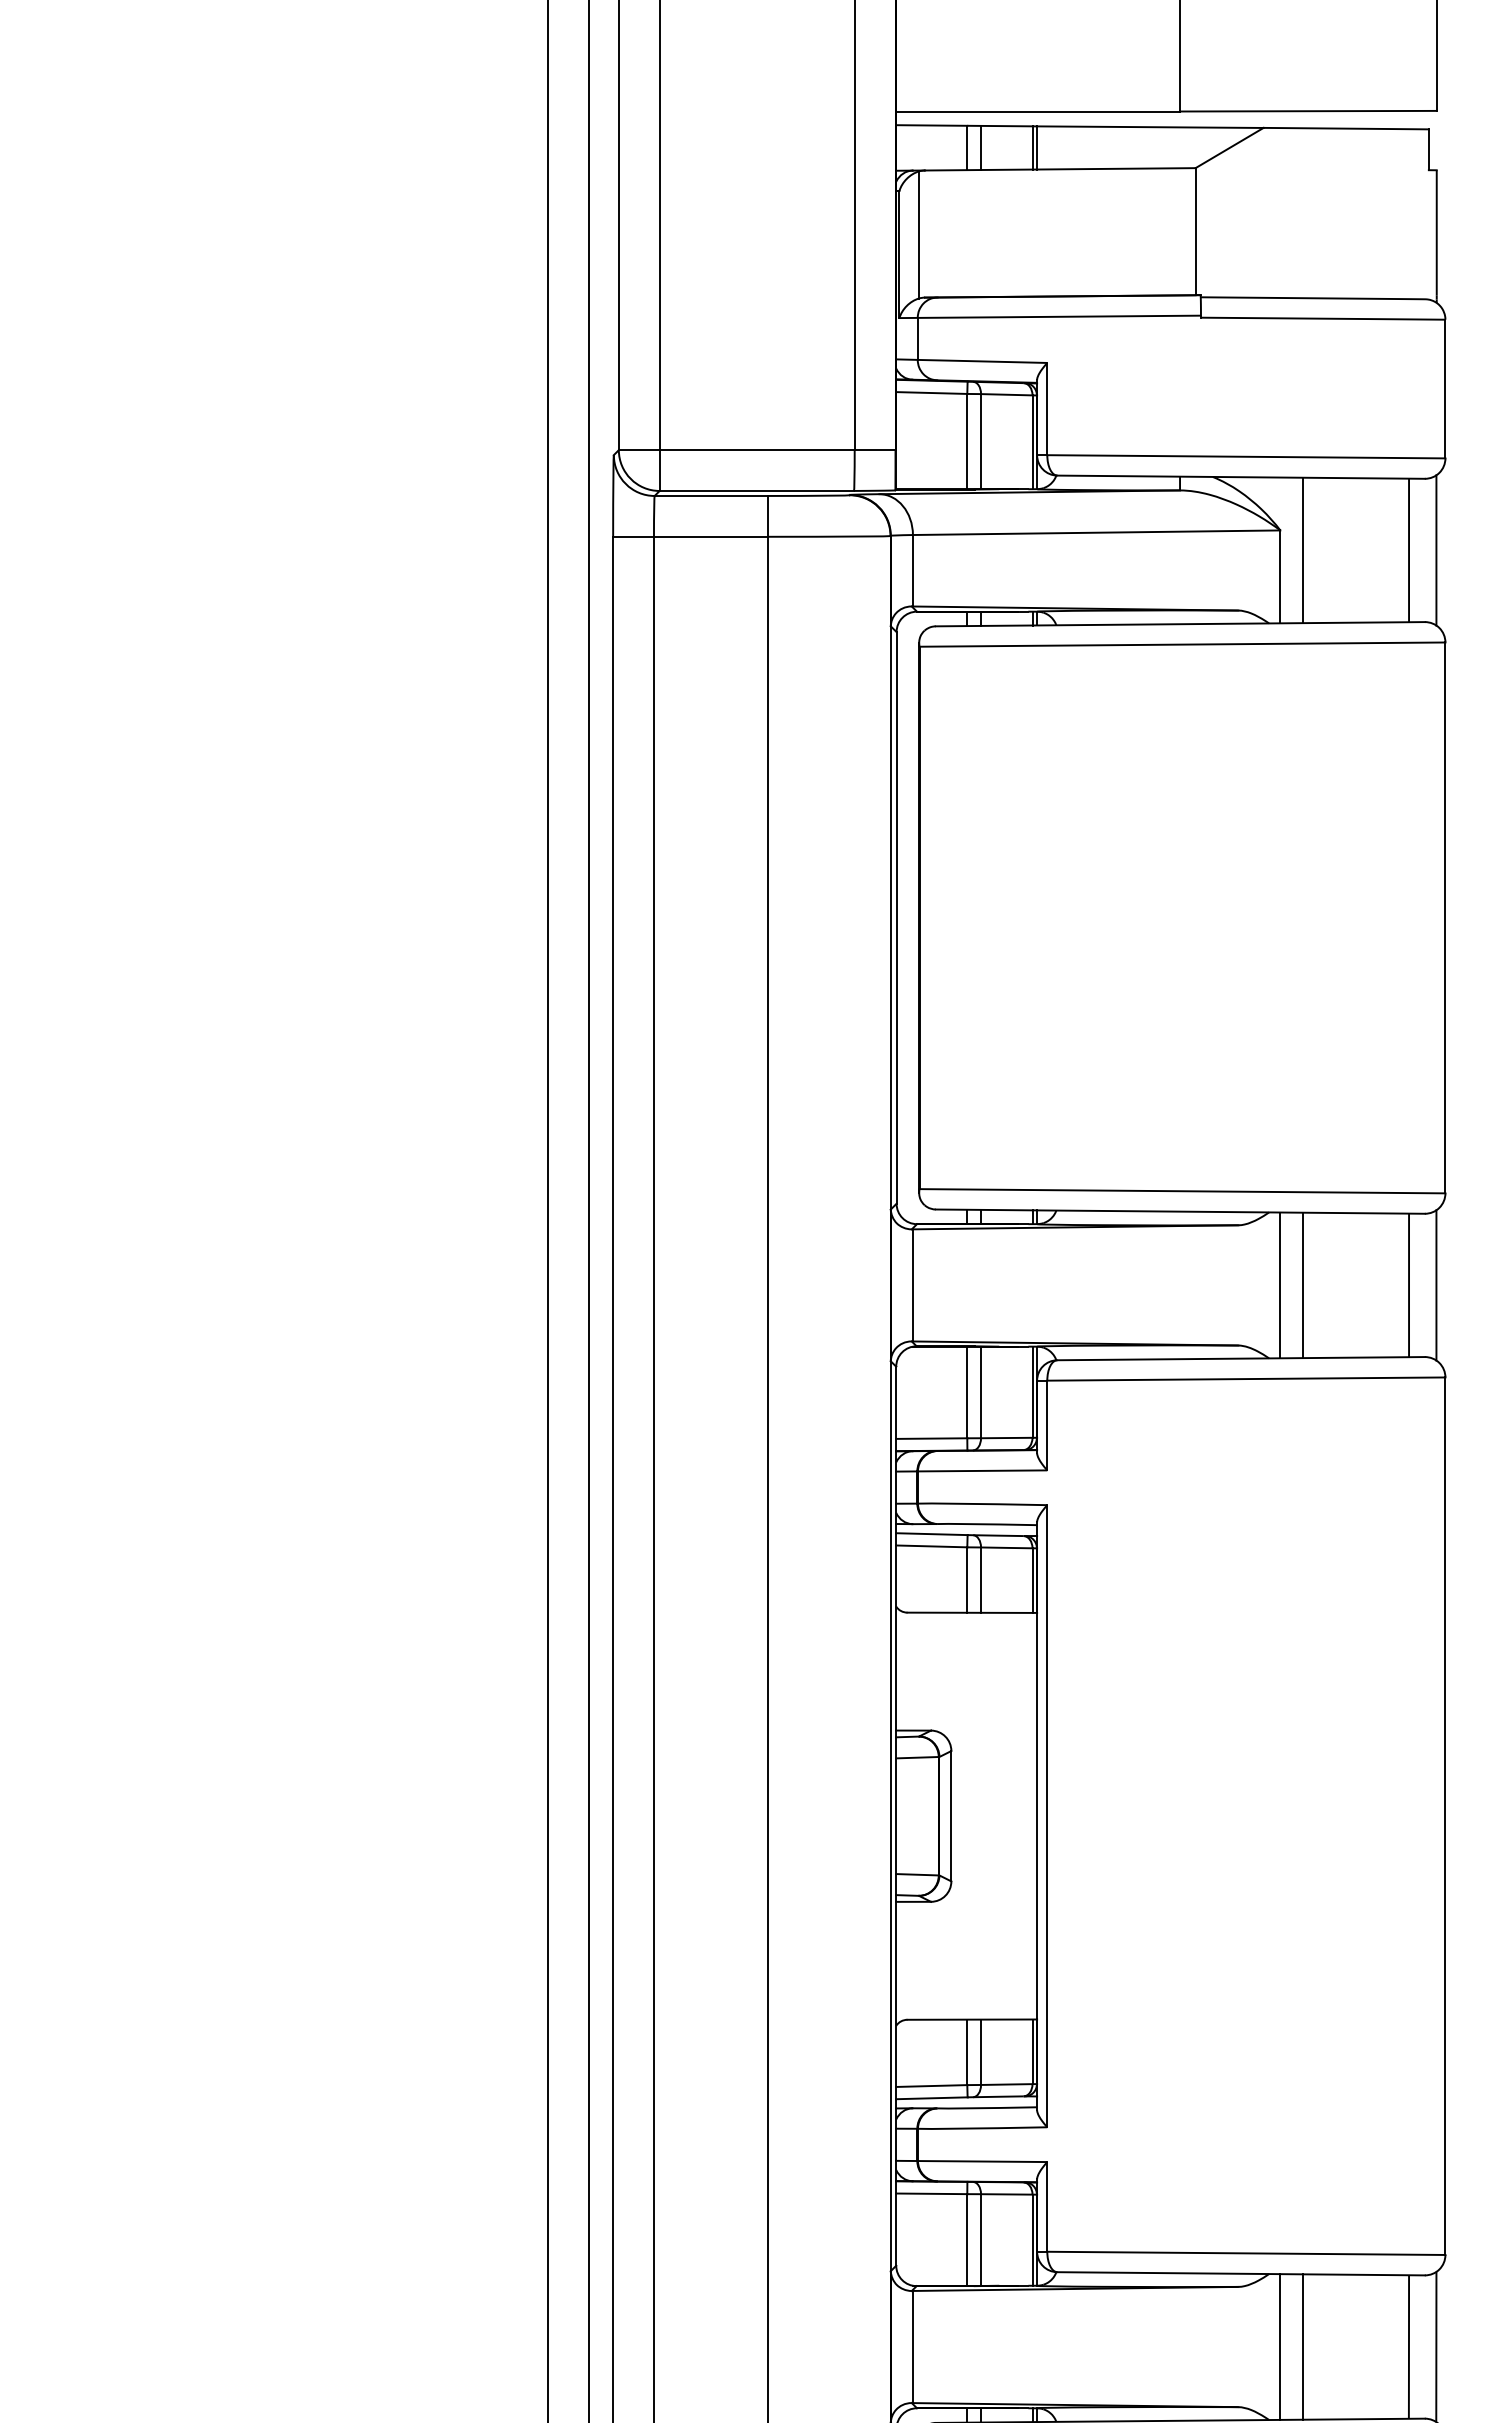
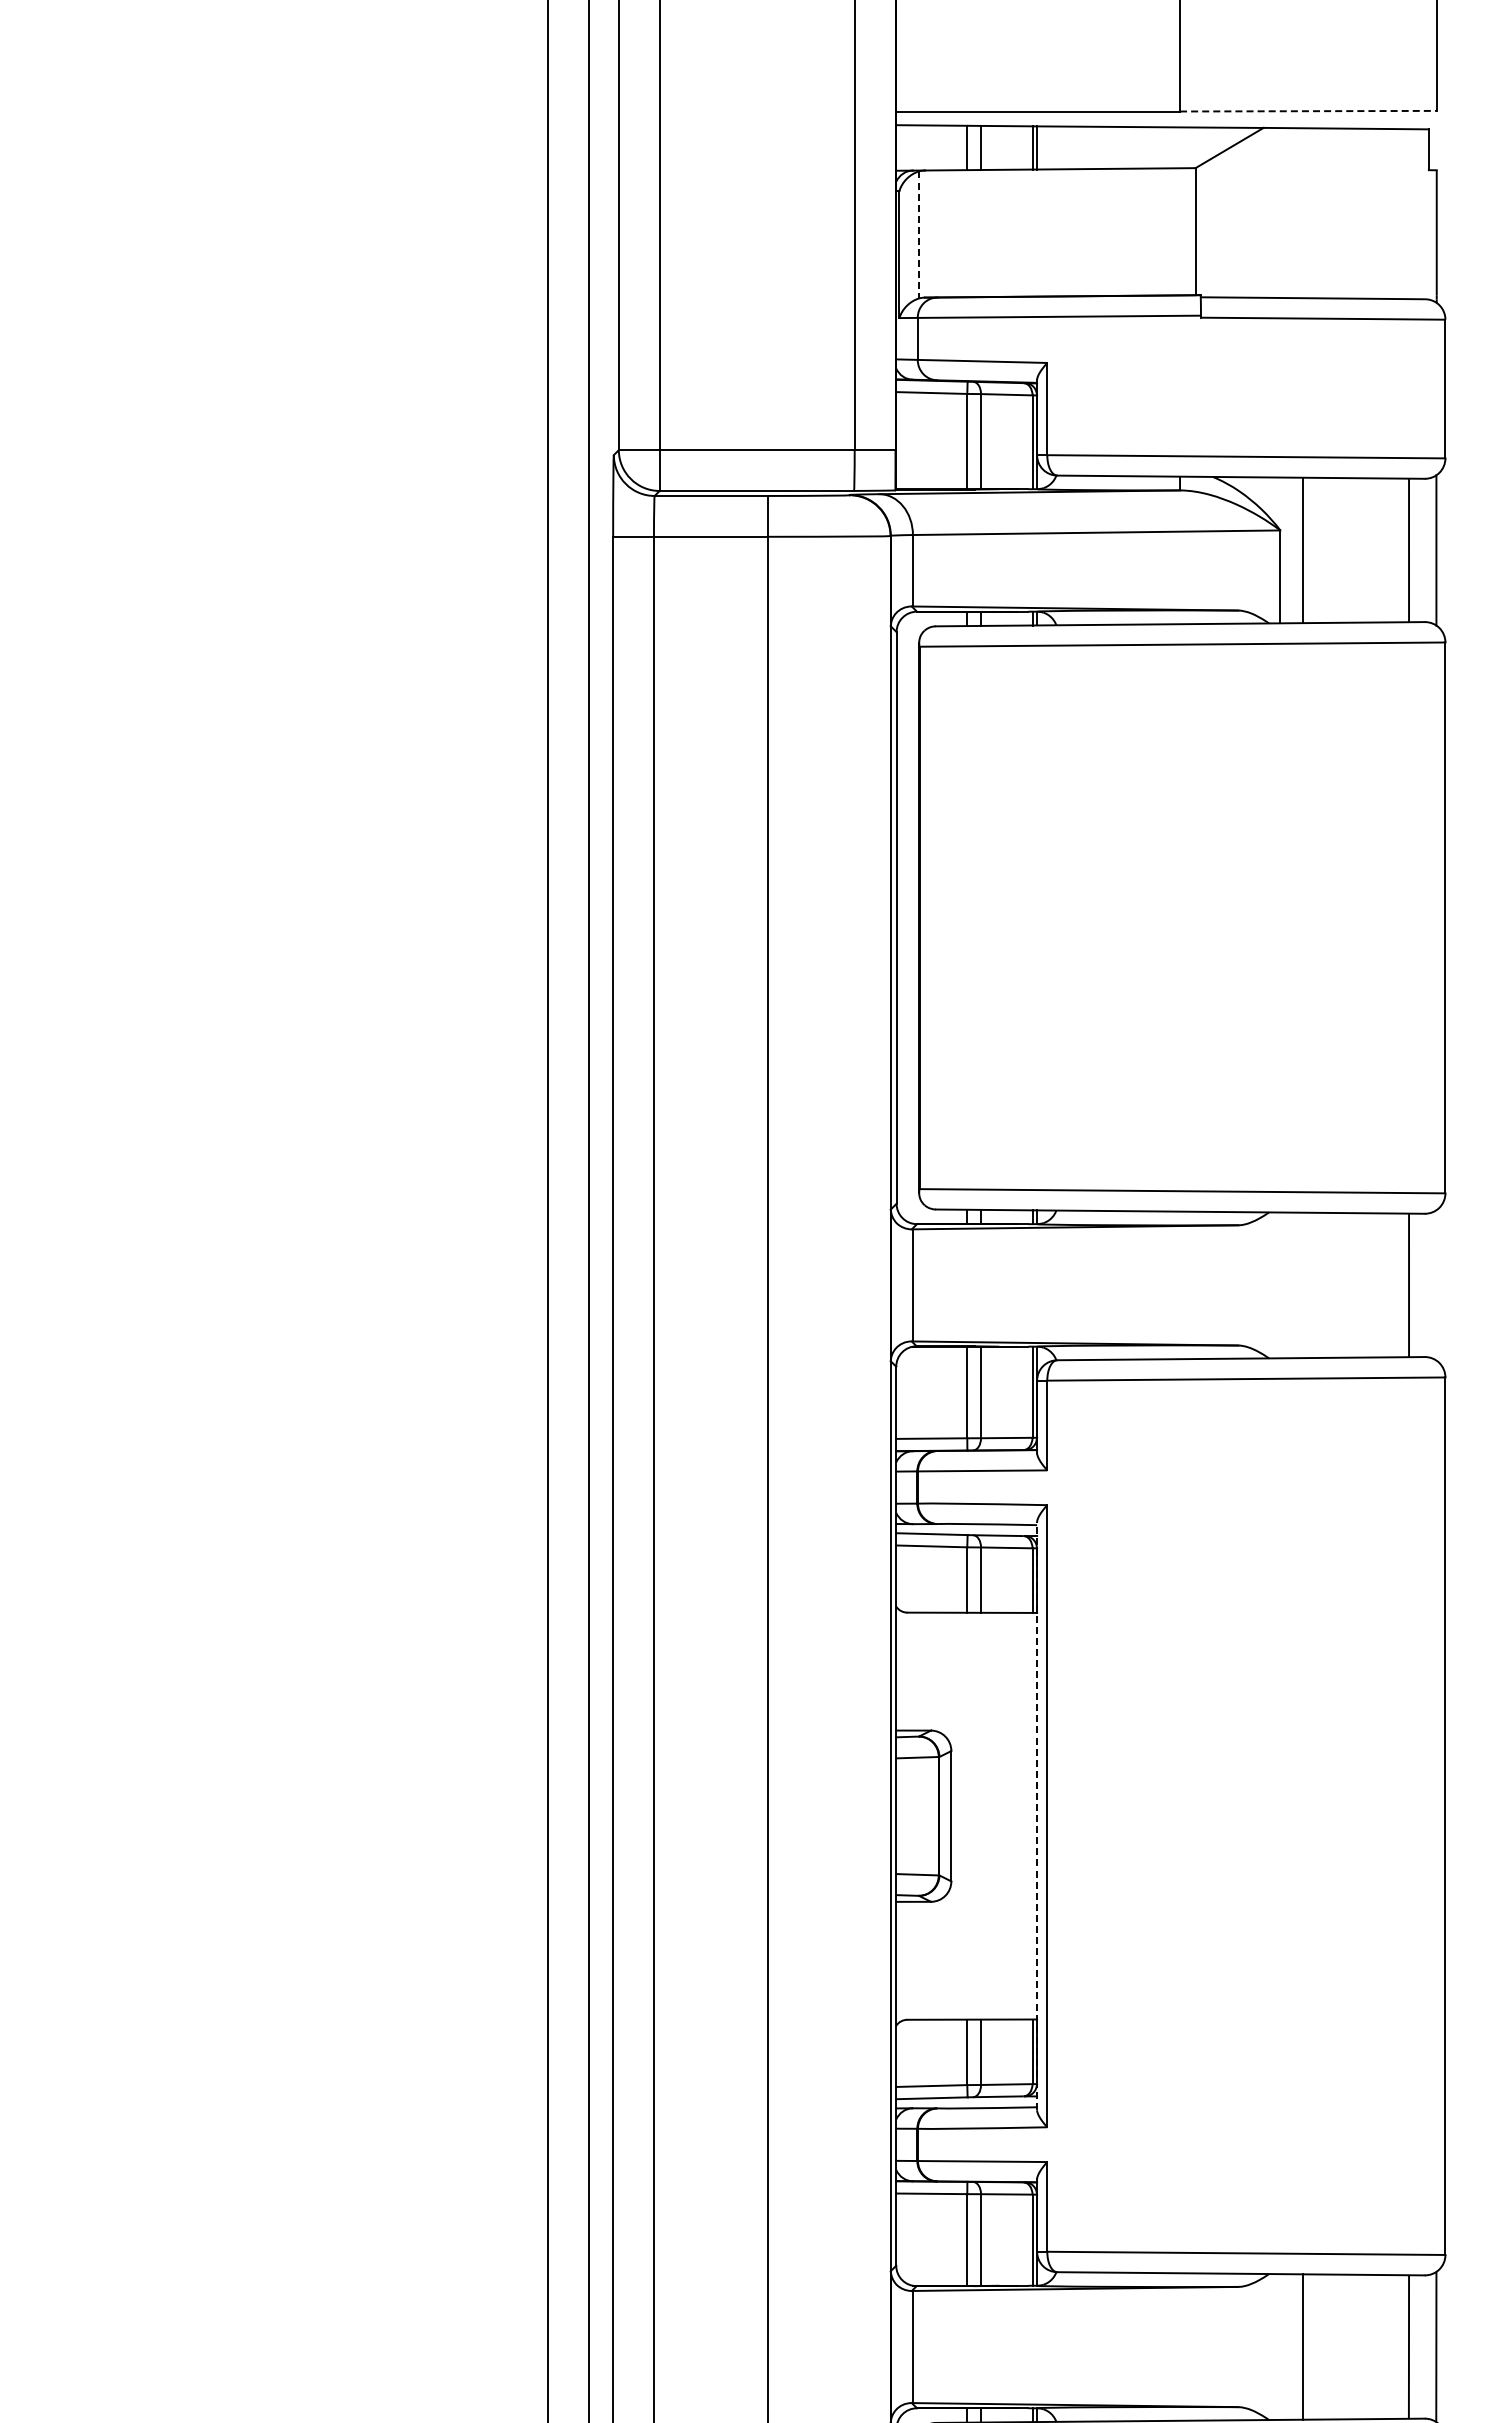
line at (1308, 111): solid -> dashed
line at (918, 234): solid -> dashed
line at (1280, 1285): present -> none
line at (1302, 1285): present -> none
line at (1436, 1285): present -> none
line at (1037, 1815): solid -> dashed
line at (1280, 2346): present -> none
